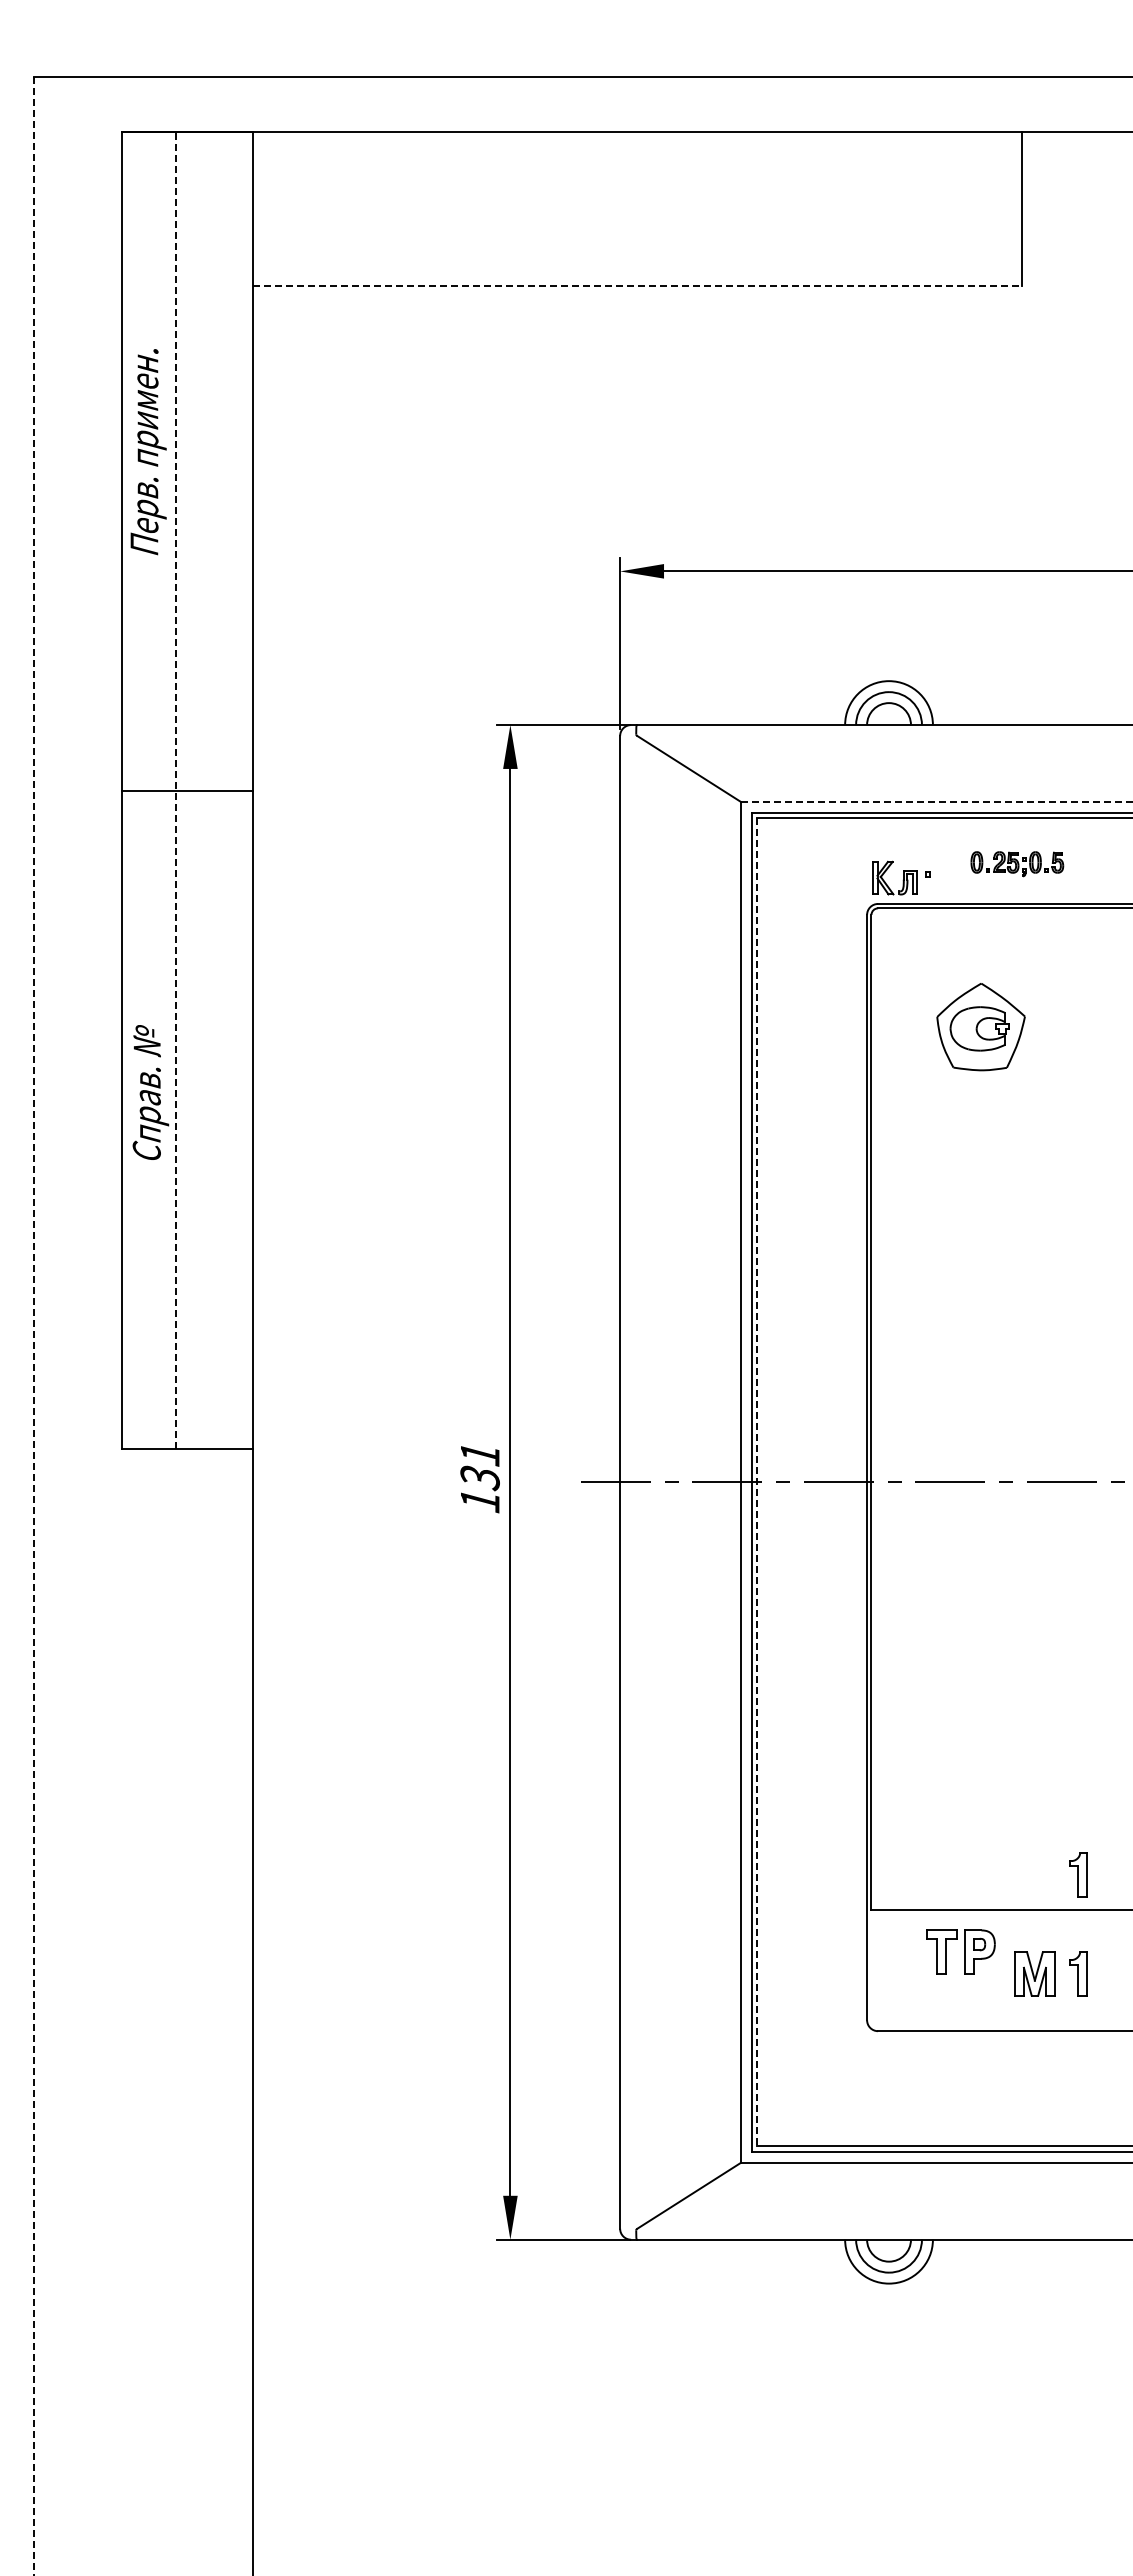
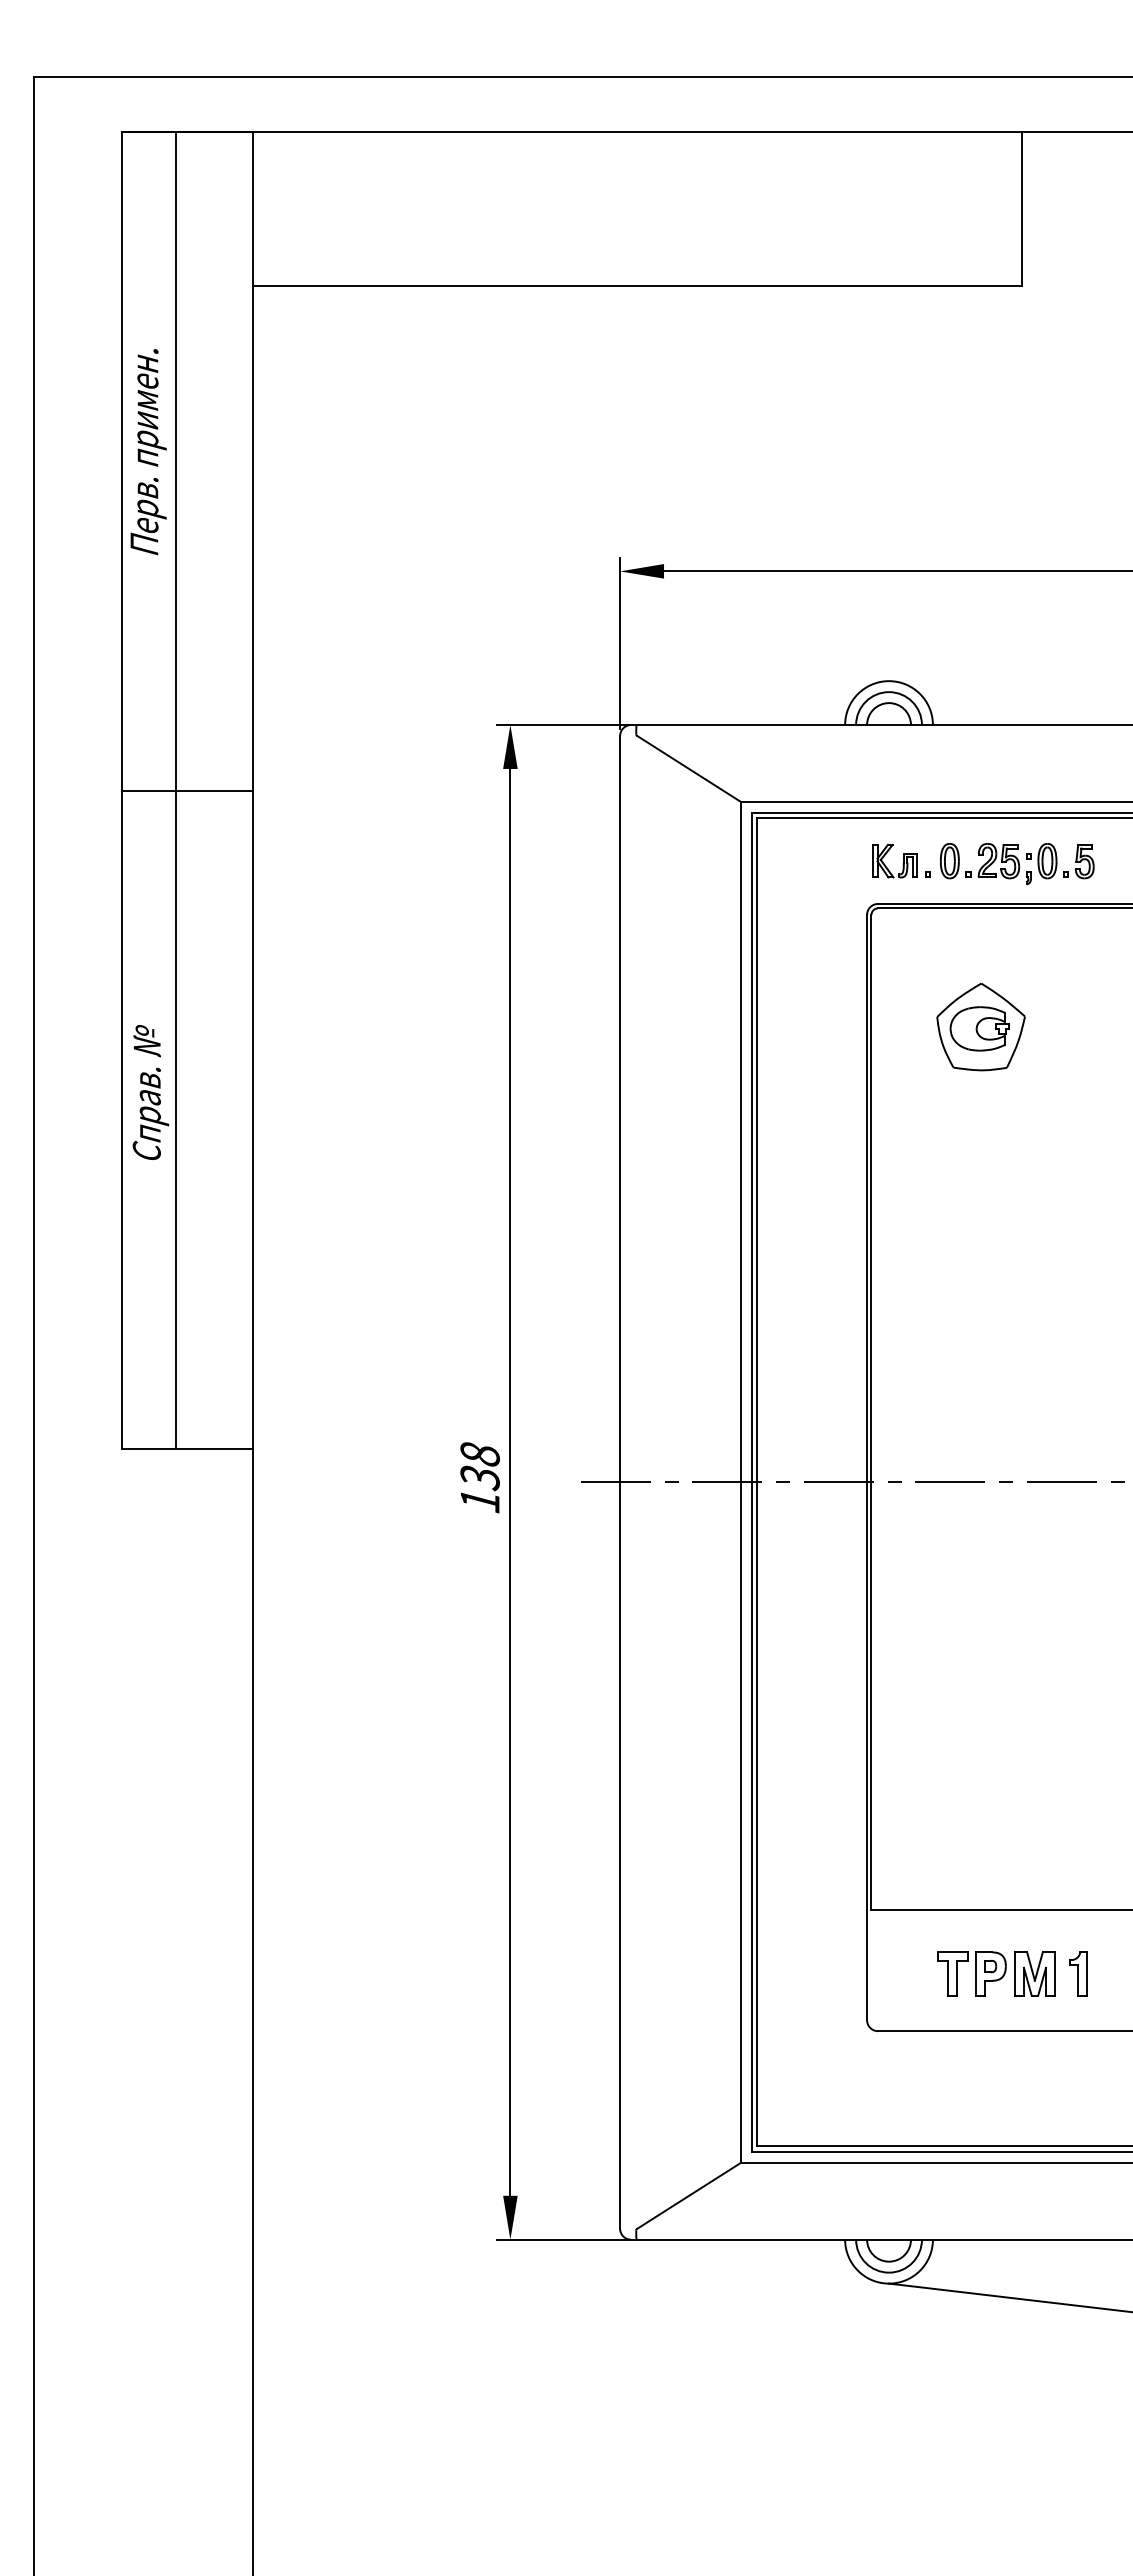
line at (637, 285): dashed -> solid
line at (176, 790): dashed -> solid
line at (936, 801): dashed -> solid
part at (1017, 864) size: 95x27 px -> 155x43 px
part at (902, 880) position: (902, 880) -> (902, 863)
line at (33, 1326): dashed -> solid
text at (479, 1454): 131 -> 138
line at (757, 1482): dashed -> solid
part at (1078, 1874): present -> none
part at (960, 1951) position: (960, 1951) -> (971, 1973)
line at (1009, 2297): none -> present
